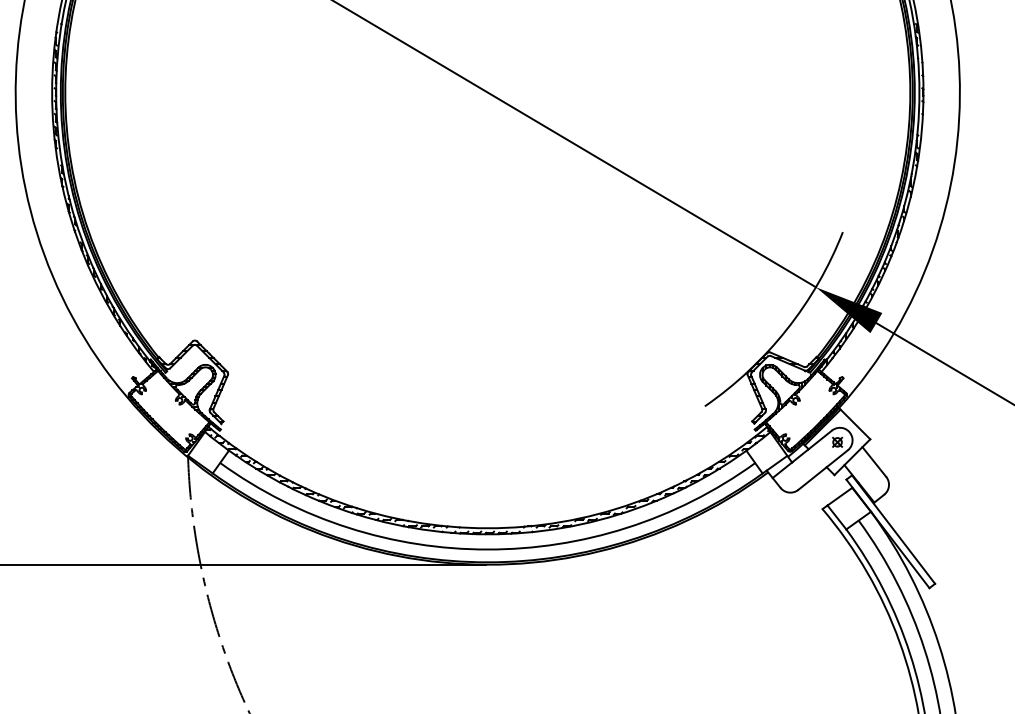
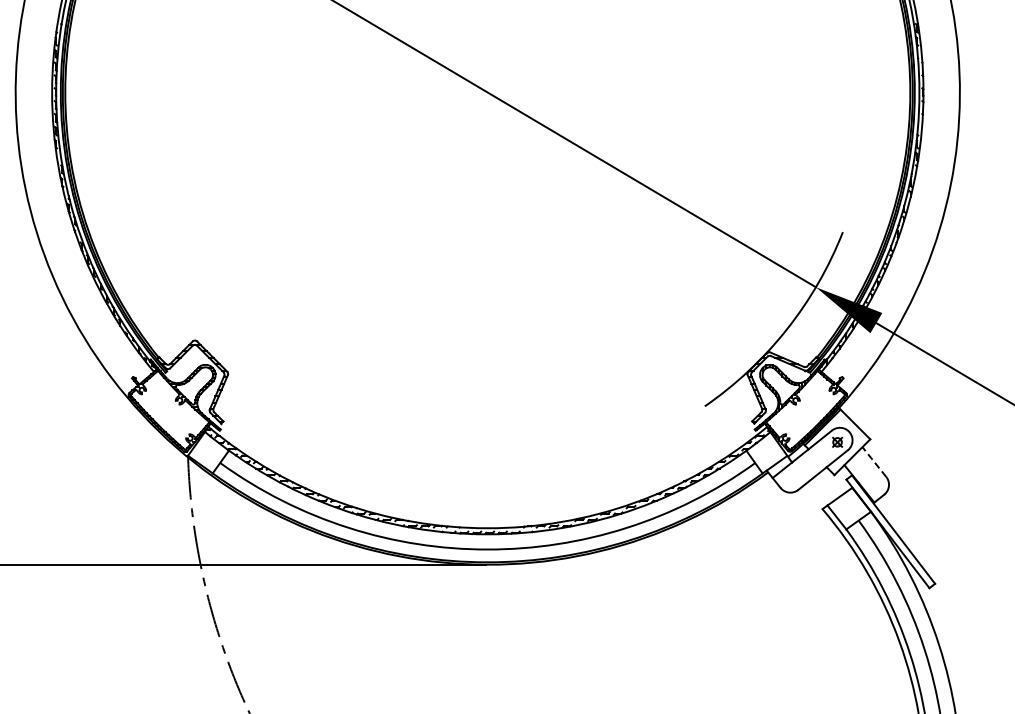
line at (874, 461): solid -> dashed
